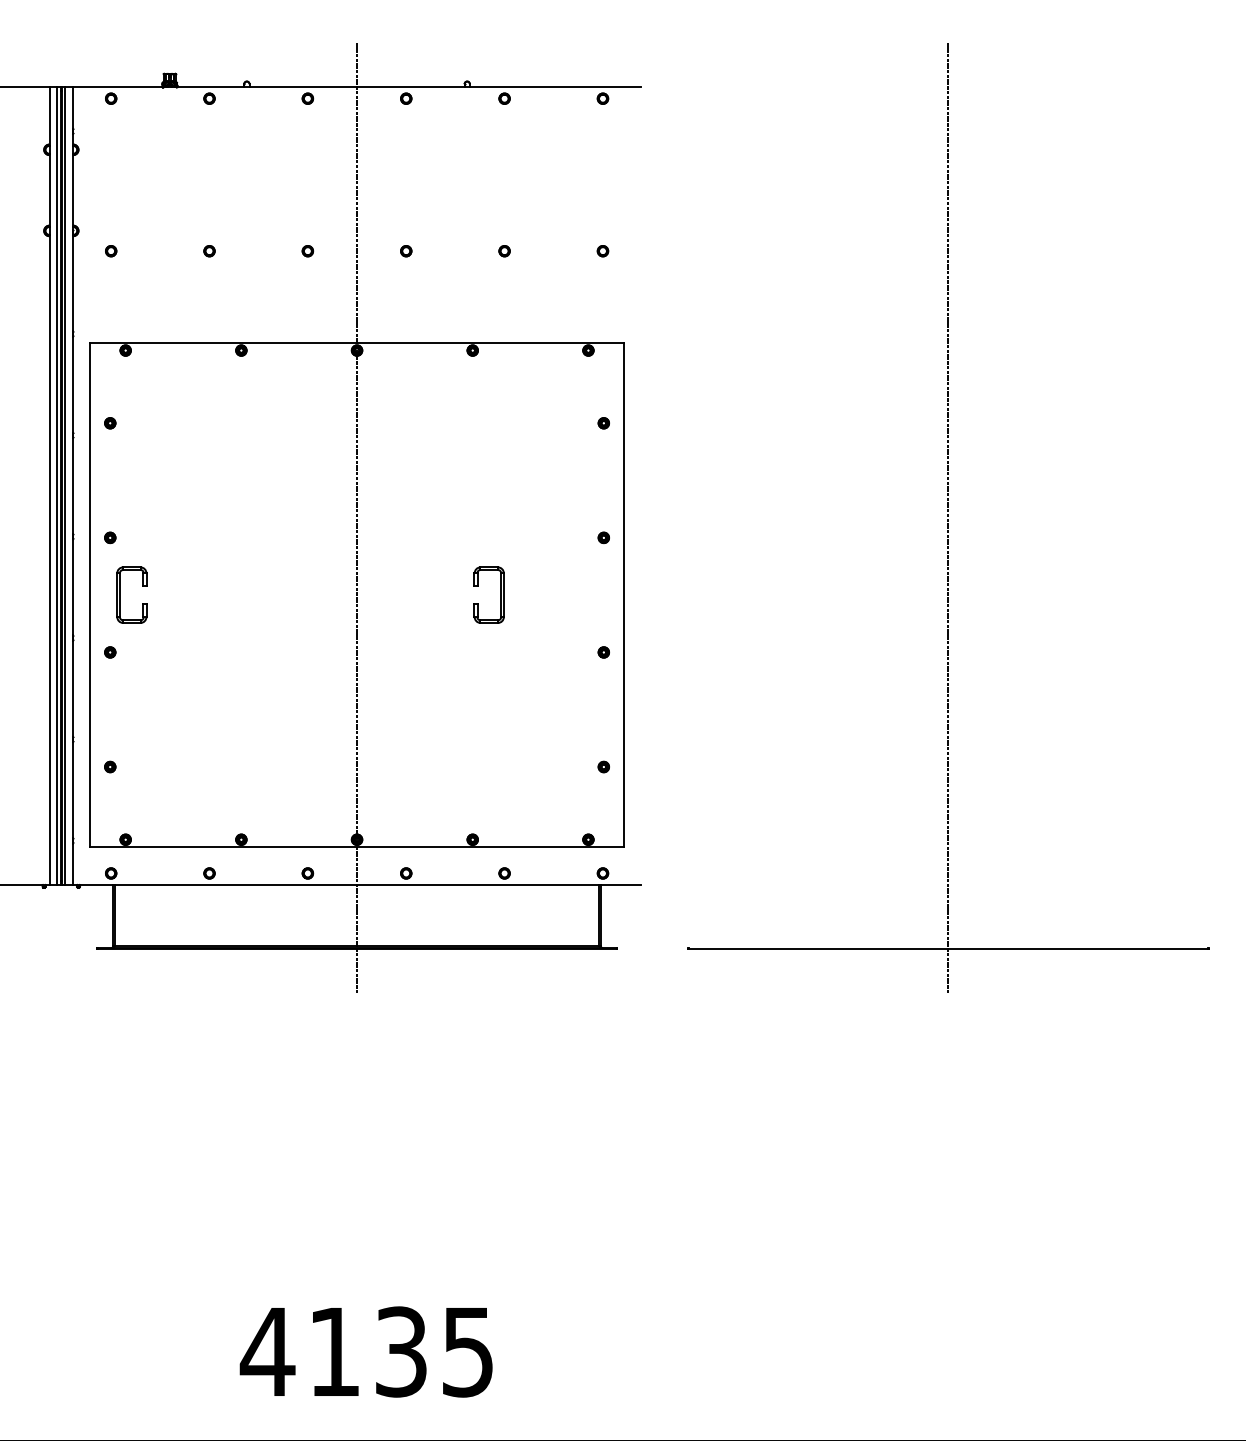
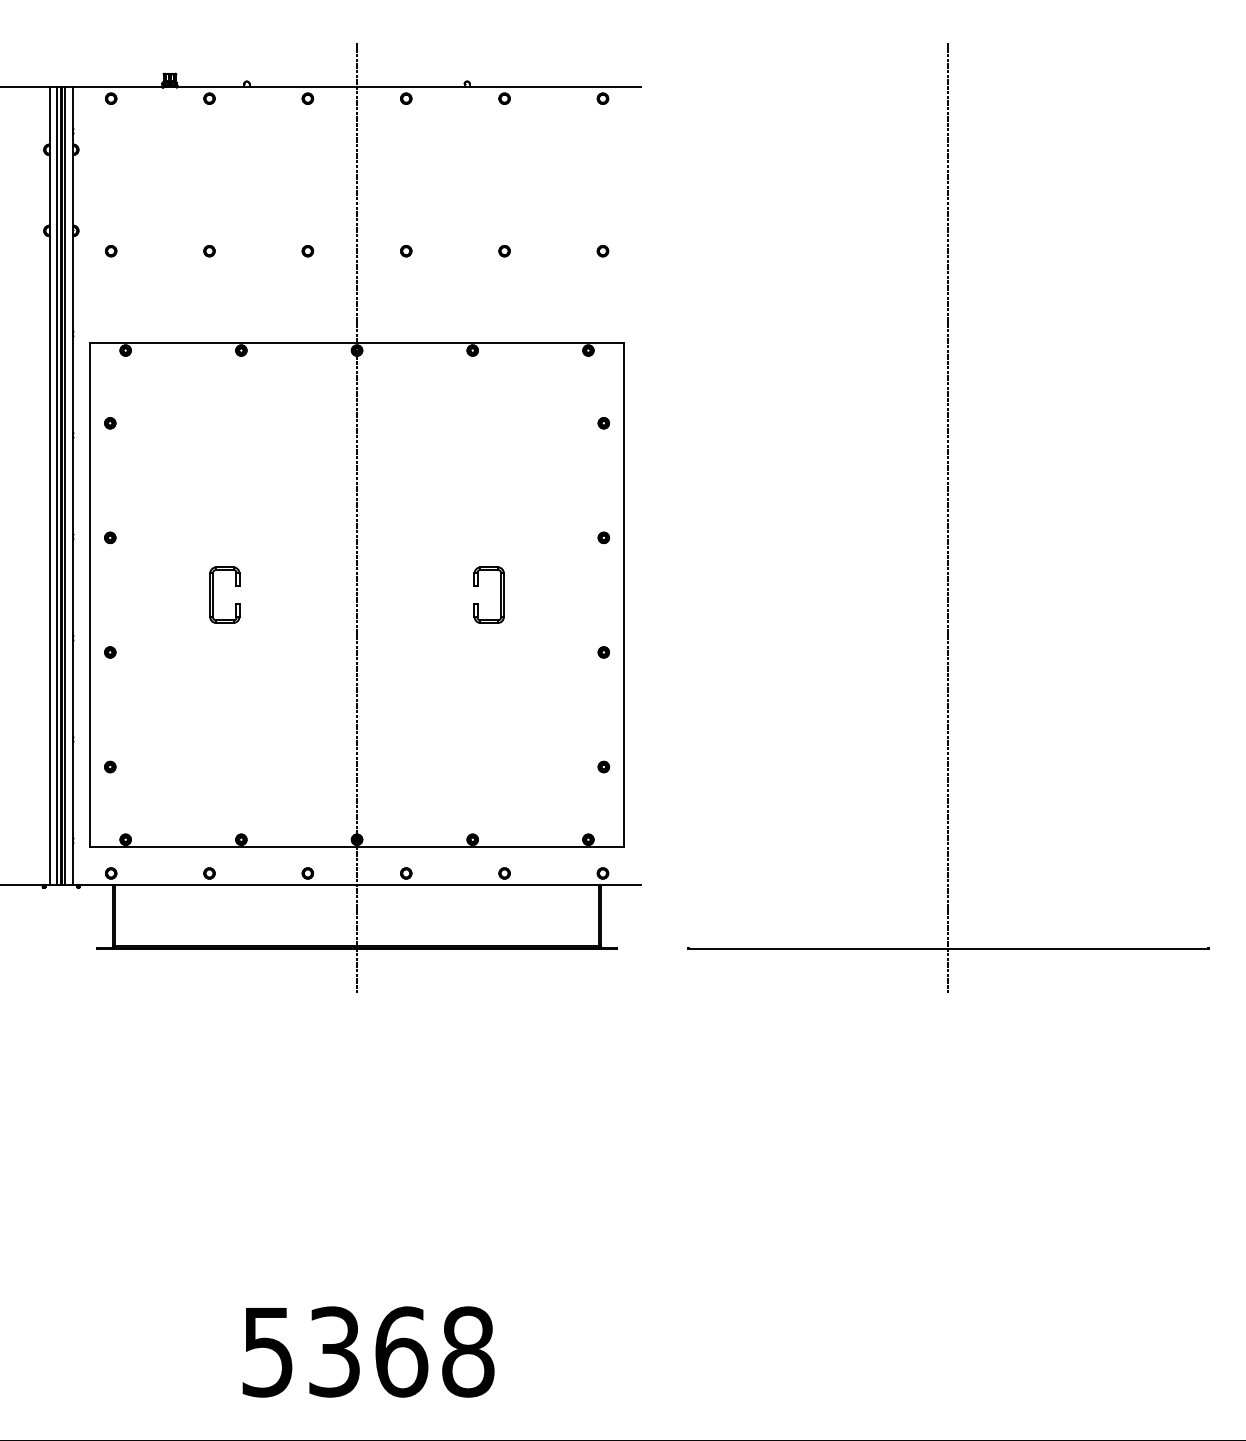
part at (120, 594) position: (120, 594) -> (213, 594)
text at (366, 1351): 4135 -> 5368
